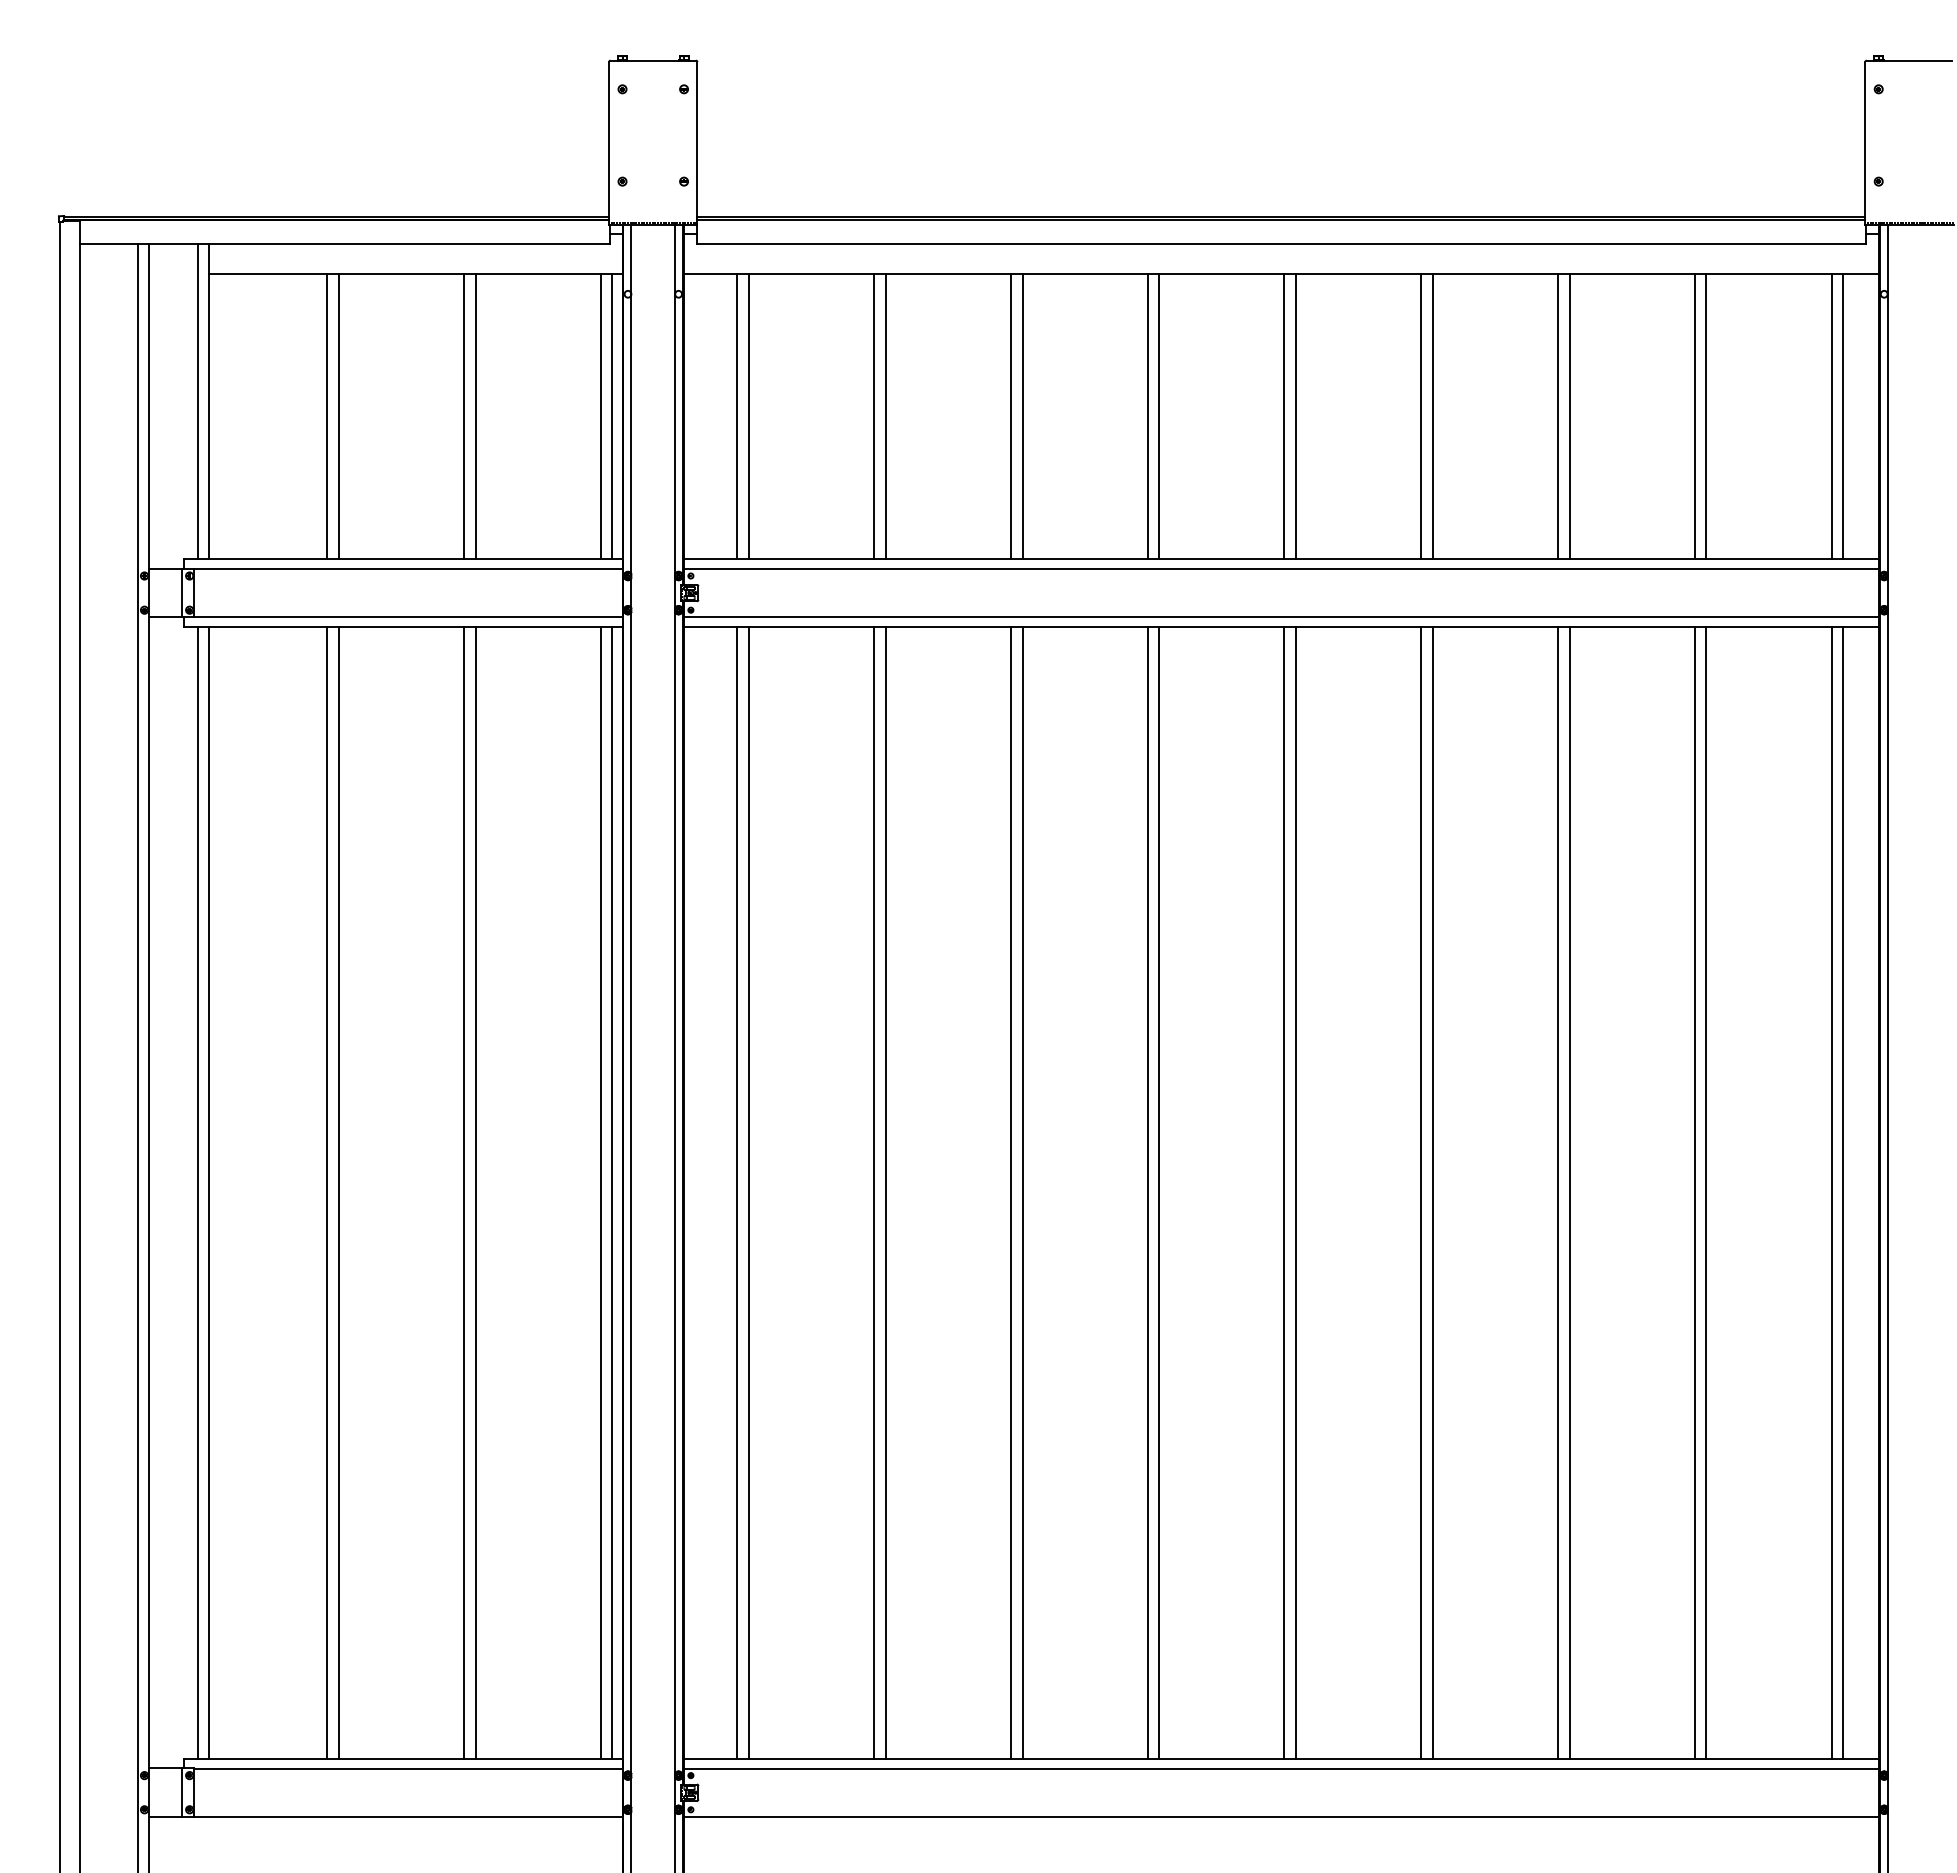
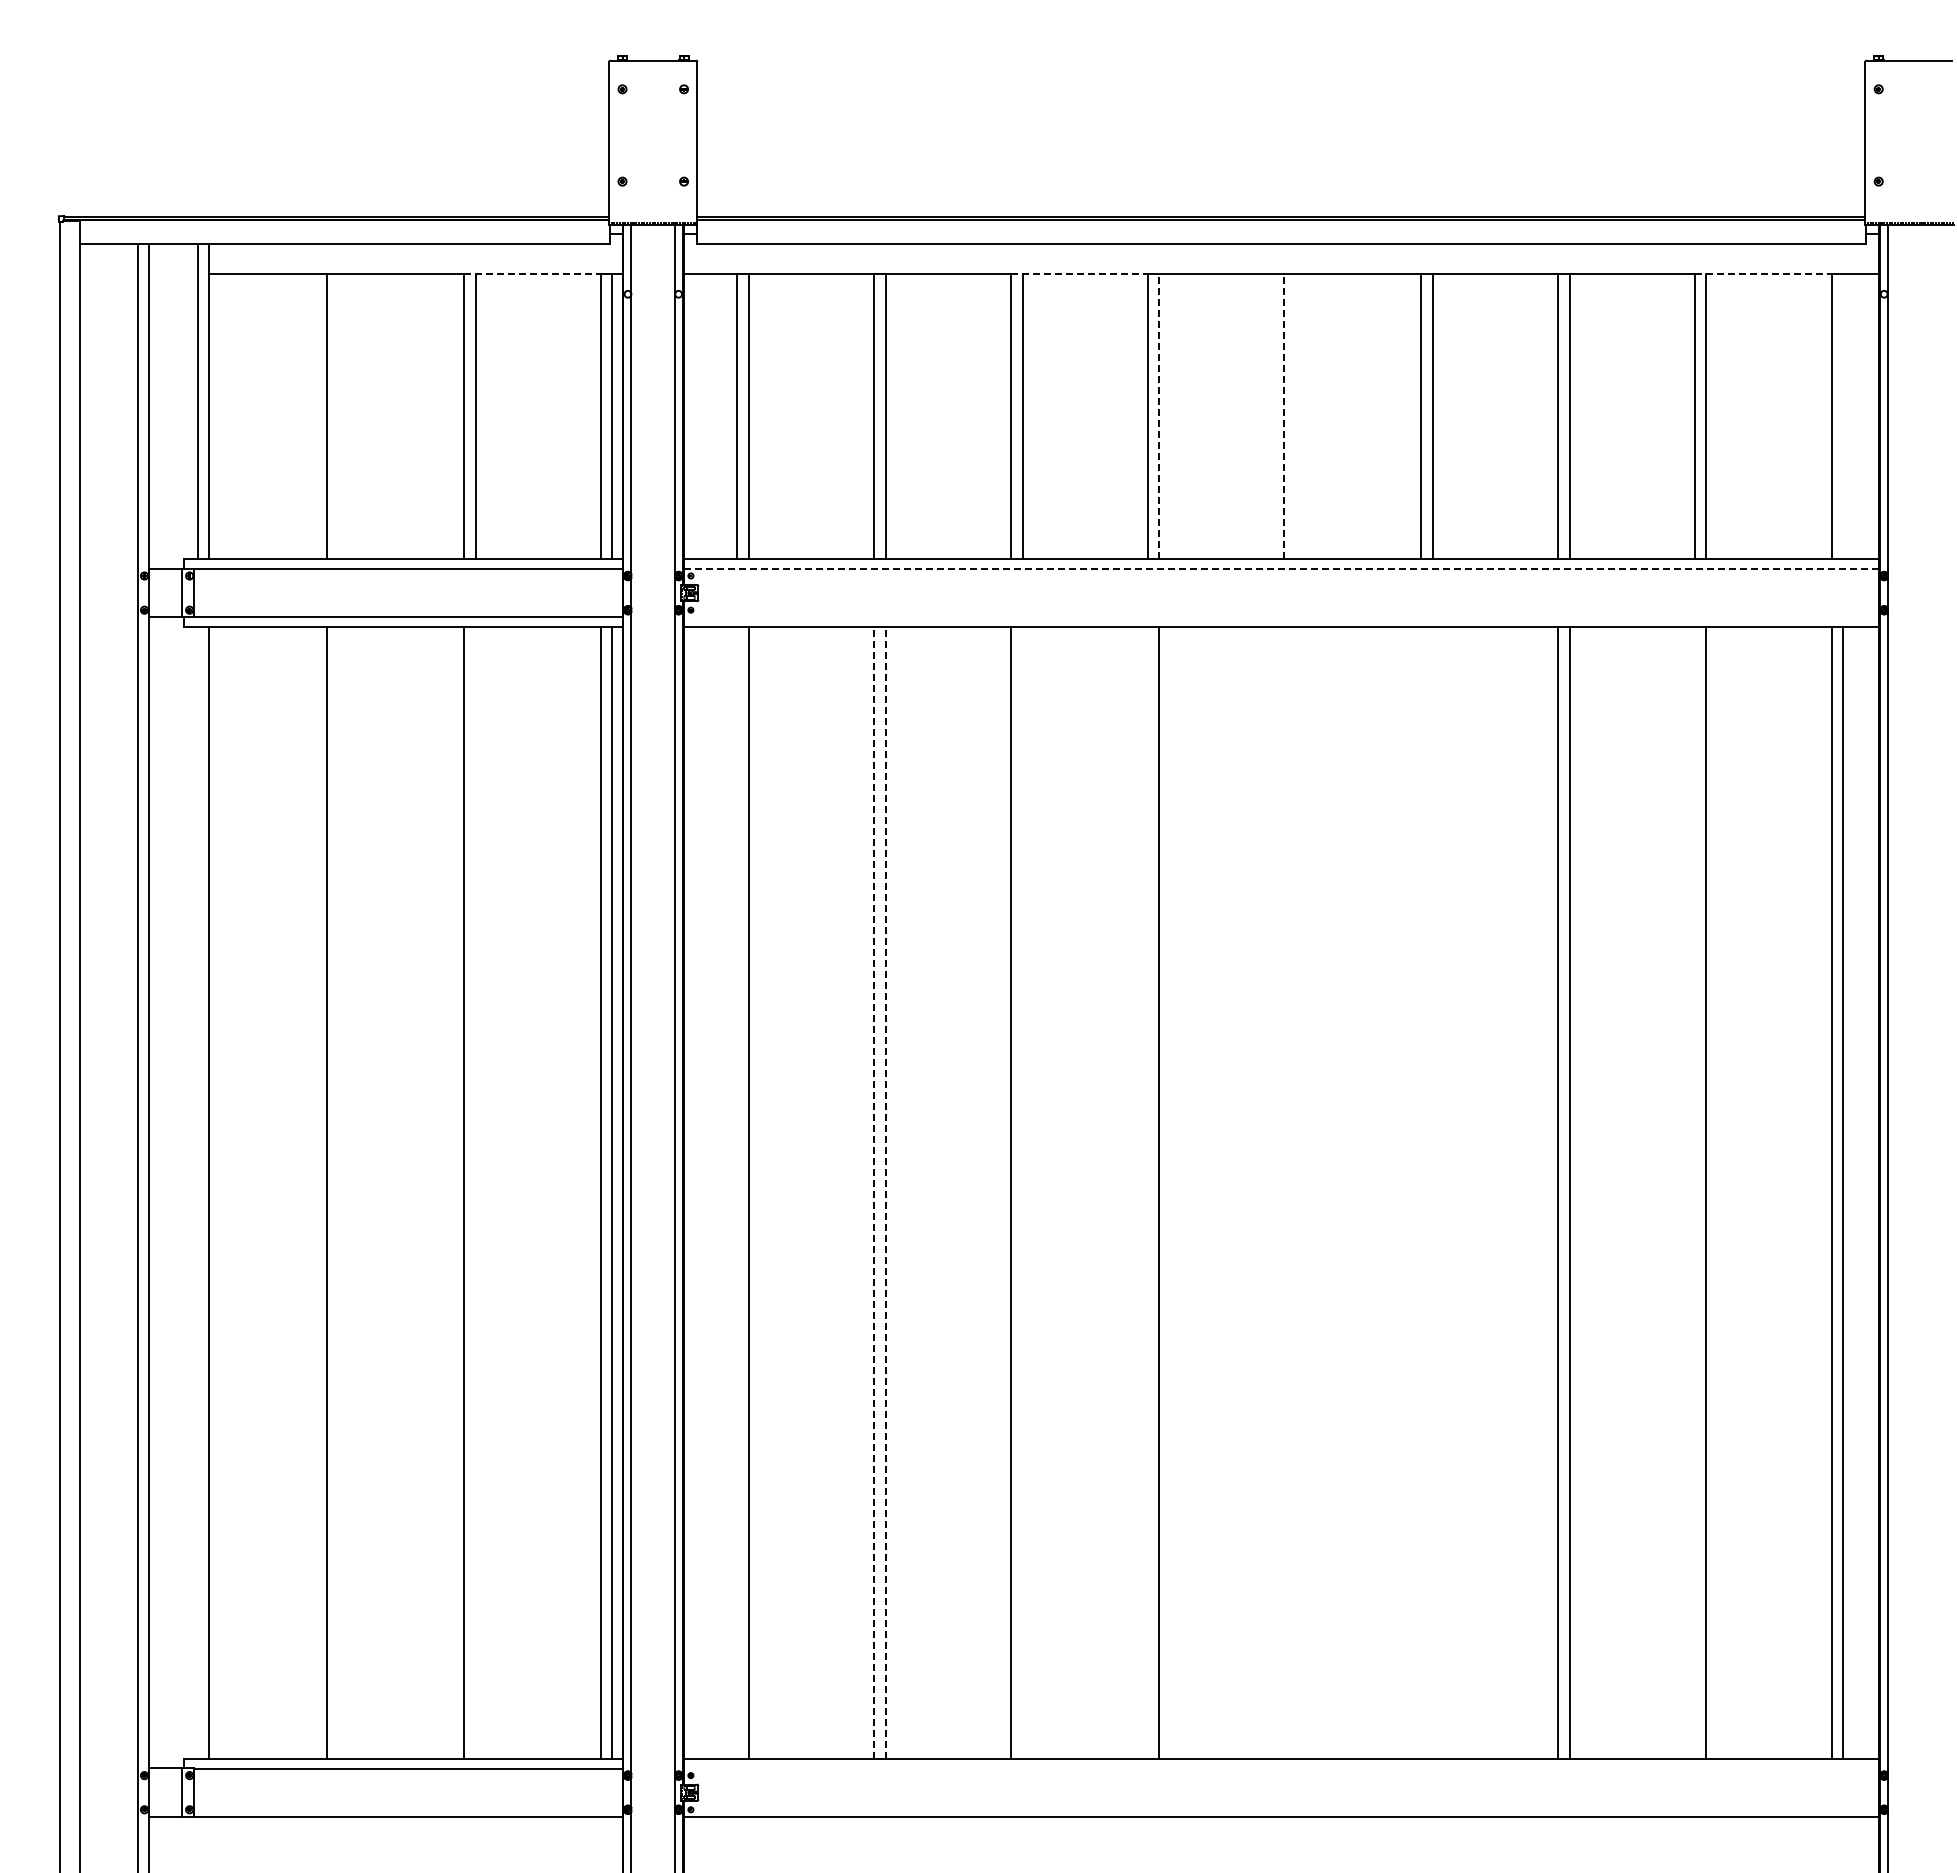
line at (532, 273): solid -> dashed
line at (1079, 273): solid -> dashed
line at (1763, 273): solid -> dashed
line at (338, 415): present -> none
line at (1296, 415): present -> none
line at (1843, 415): present -> none
line at (1159, 416): solid -> dashed
line at (1284, 416): solid -> dashed
line at (1281, 569): solid -> dashed
line at (1281, 617): present -> none
line at (197, 1192): present -> none
line at (338, 1192): present -> none
line at (475, 1192): present -> none
line at (737, 1192): present -> none
line at (874, 1192): solid -> dashed
line at (885, 1192): solid -> dashed
line at (1022, 1192): present -> none
line at (1147, 1192): present -> none
line at (1284, 1192): present -> none
line at (1296, 1192): present -> none
line at (1421, 1192): present -> none
line at (1432, 1192): present -> none
line at (1694, 1192): present -> none
line at (1281, 1768): present -> none
